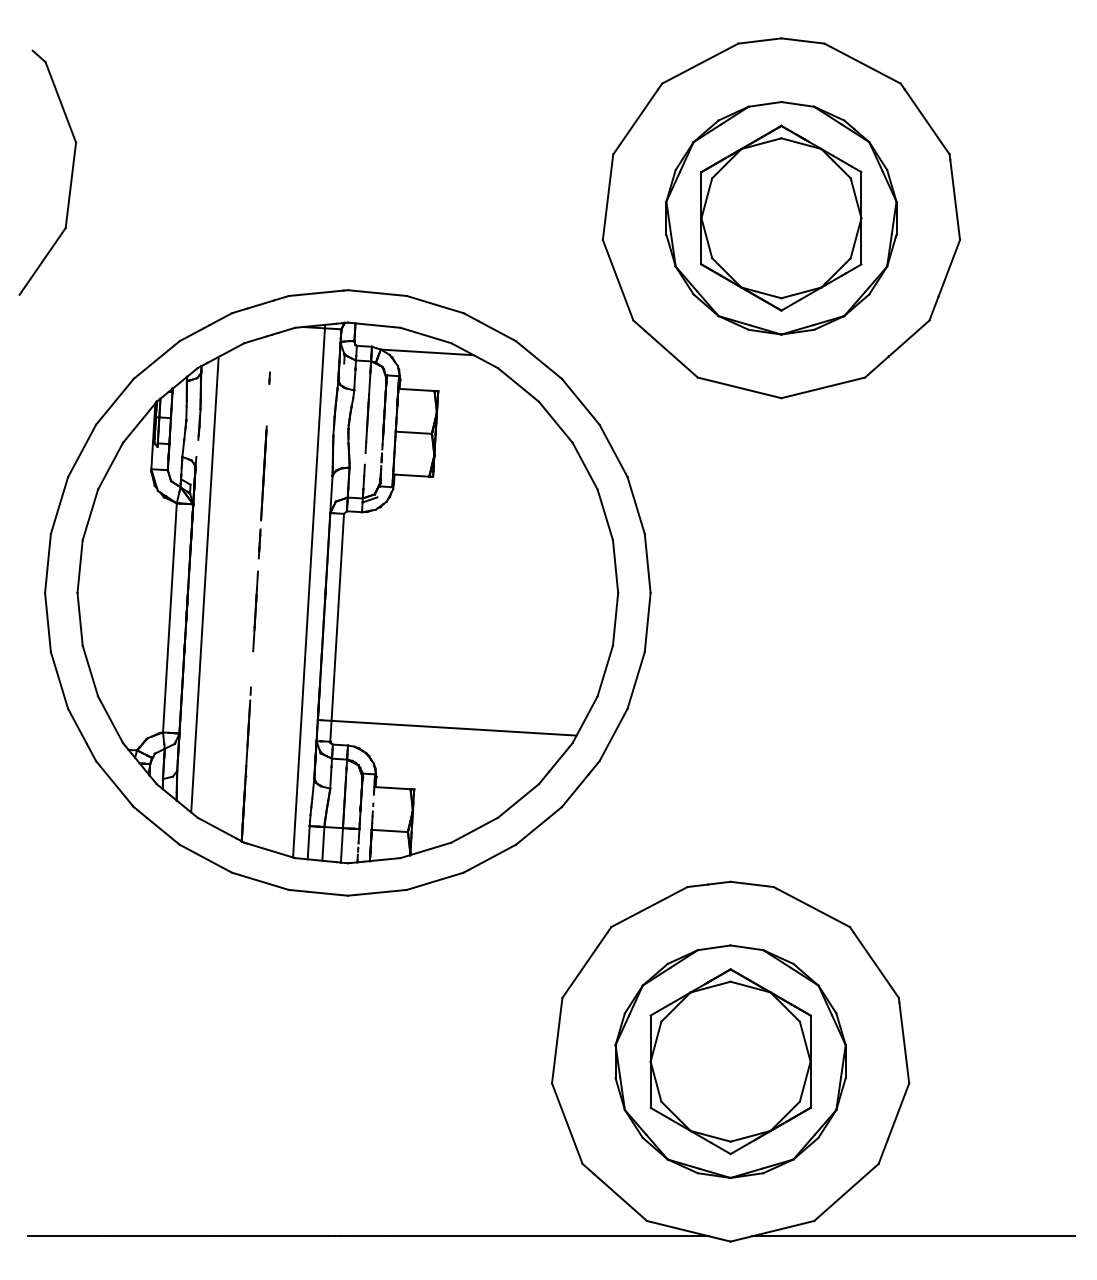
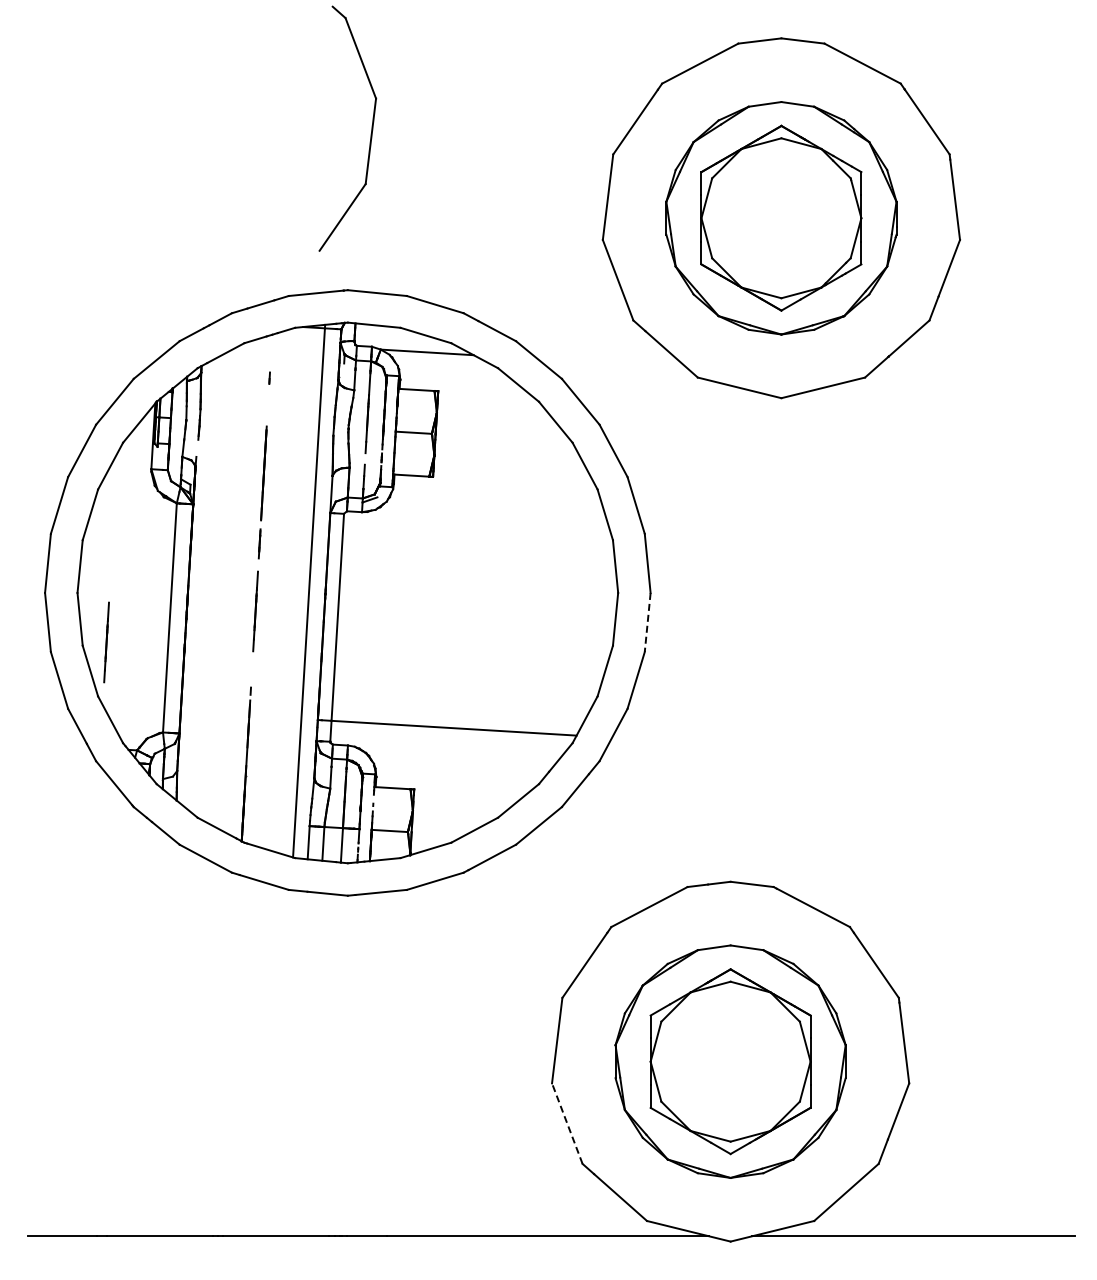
part at (70, 177) position: (70, 177) -> (370, 133)
line at (204, 584): present -> none
line at (647, 622): solid -> dashed
line at (106, 642): none -> present
line at (567, 1123): solid -> dashed
